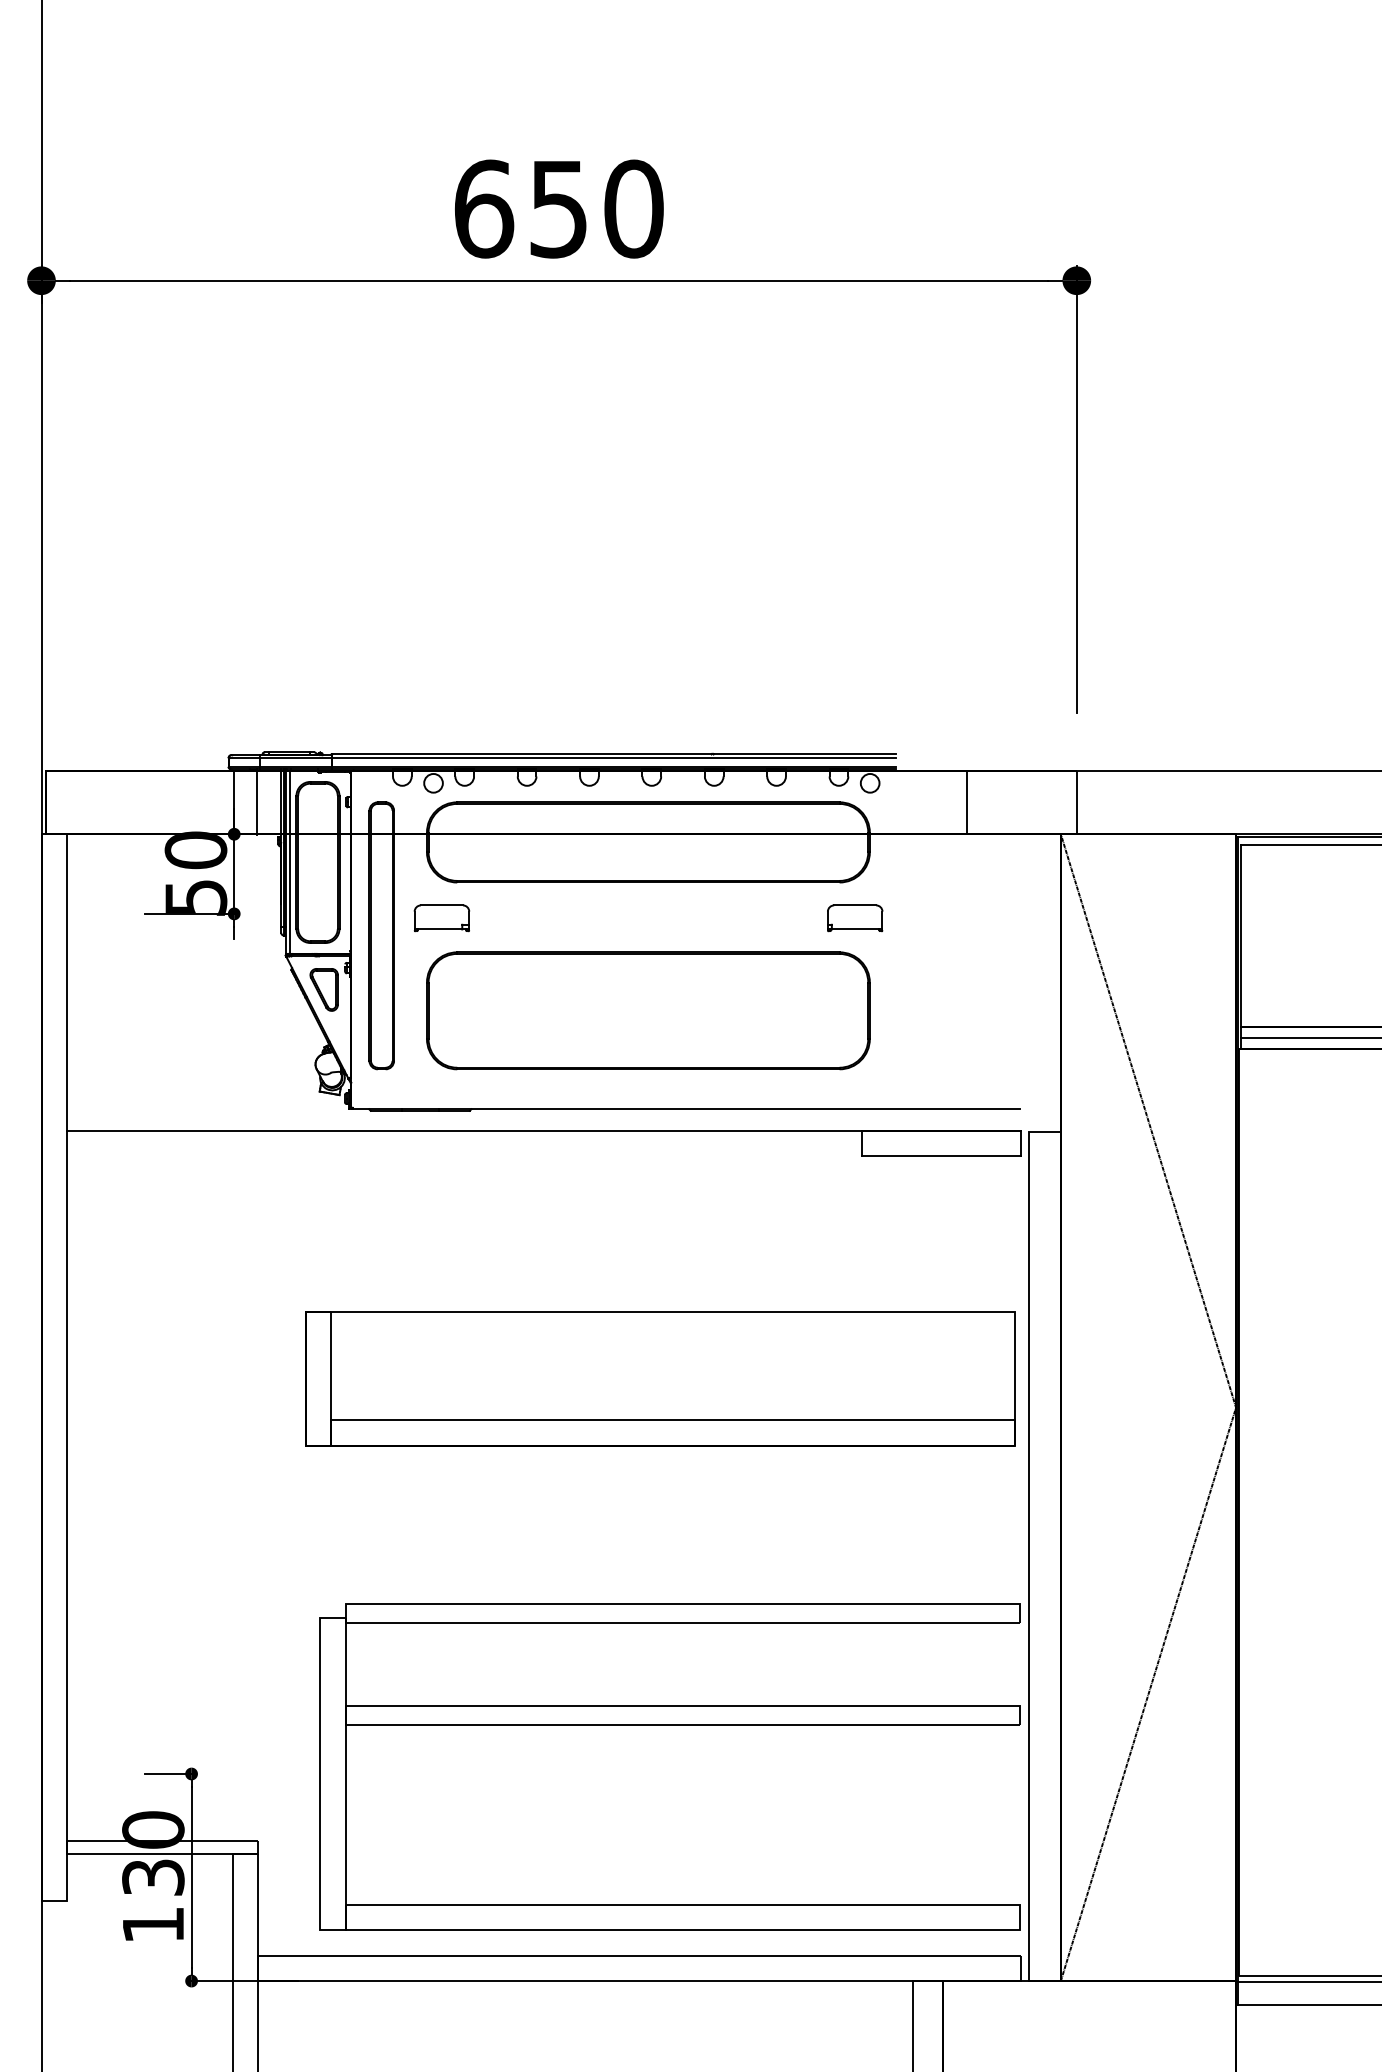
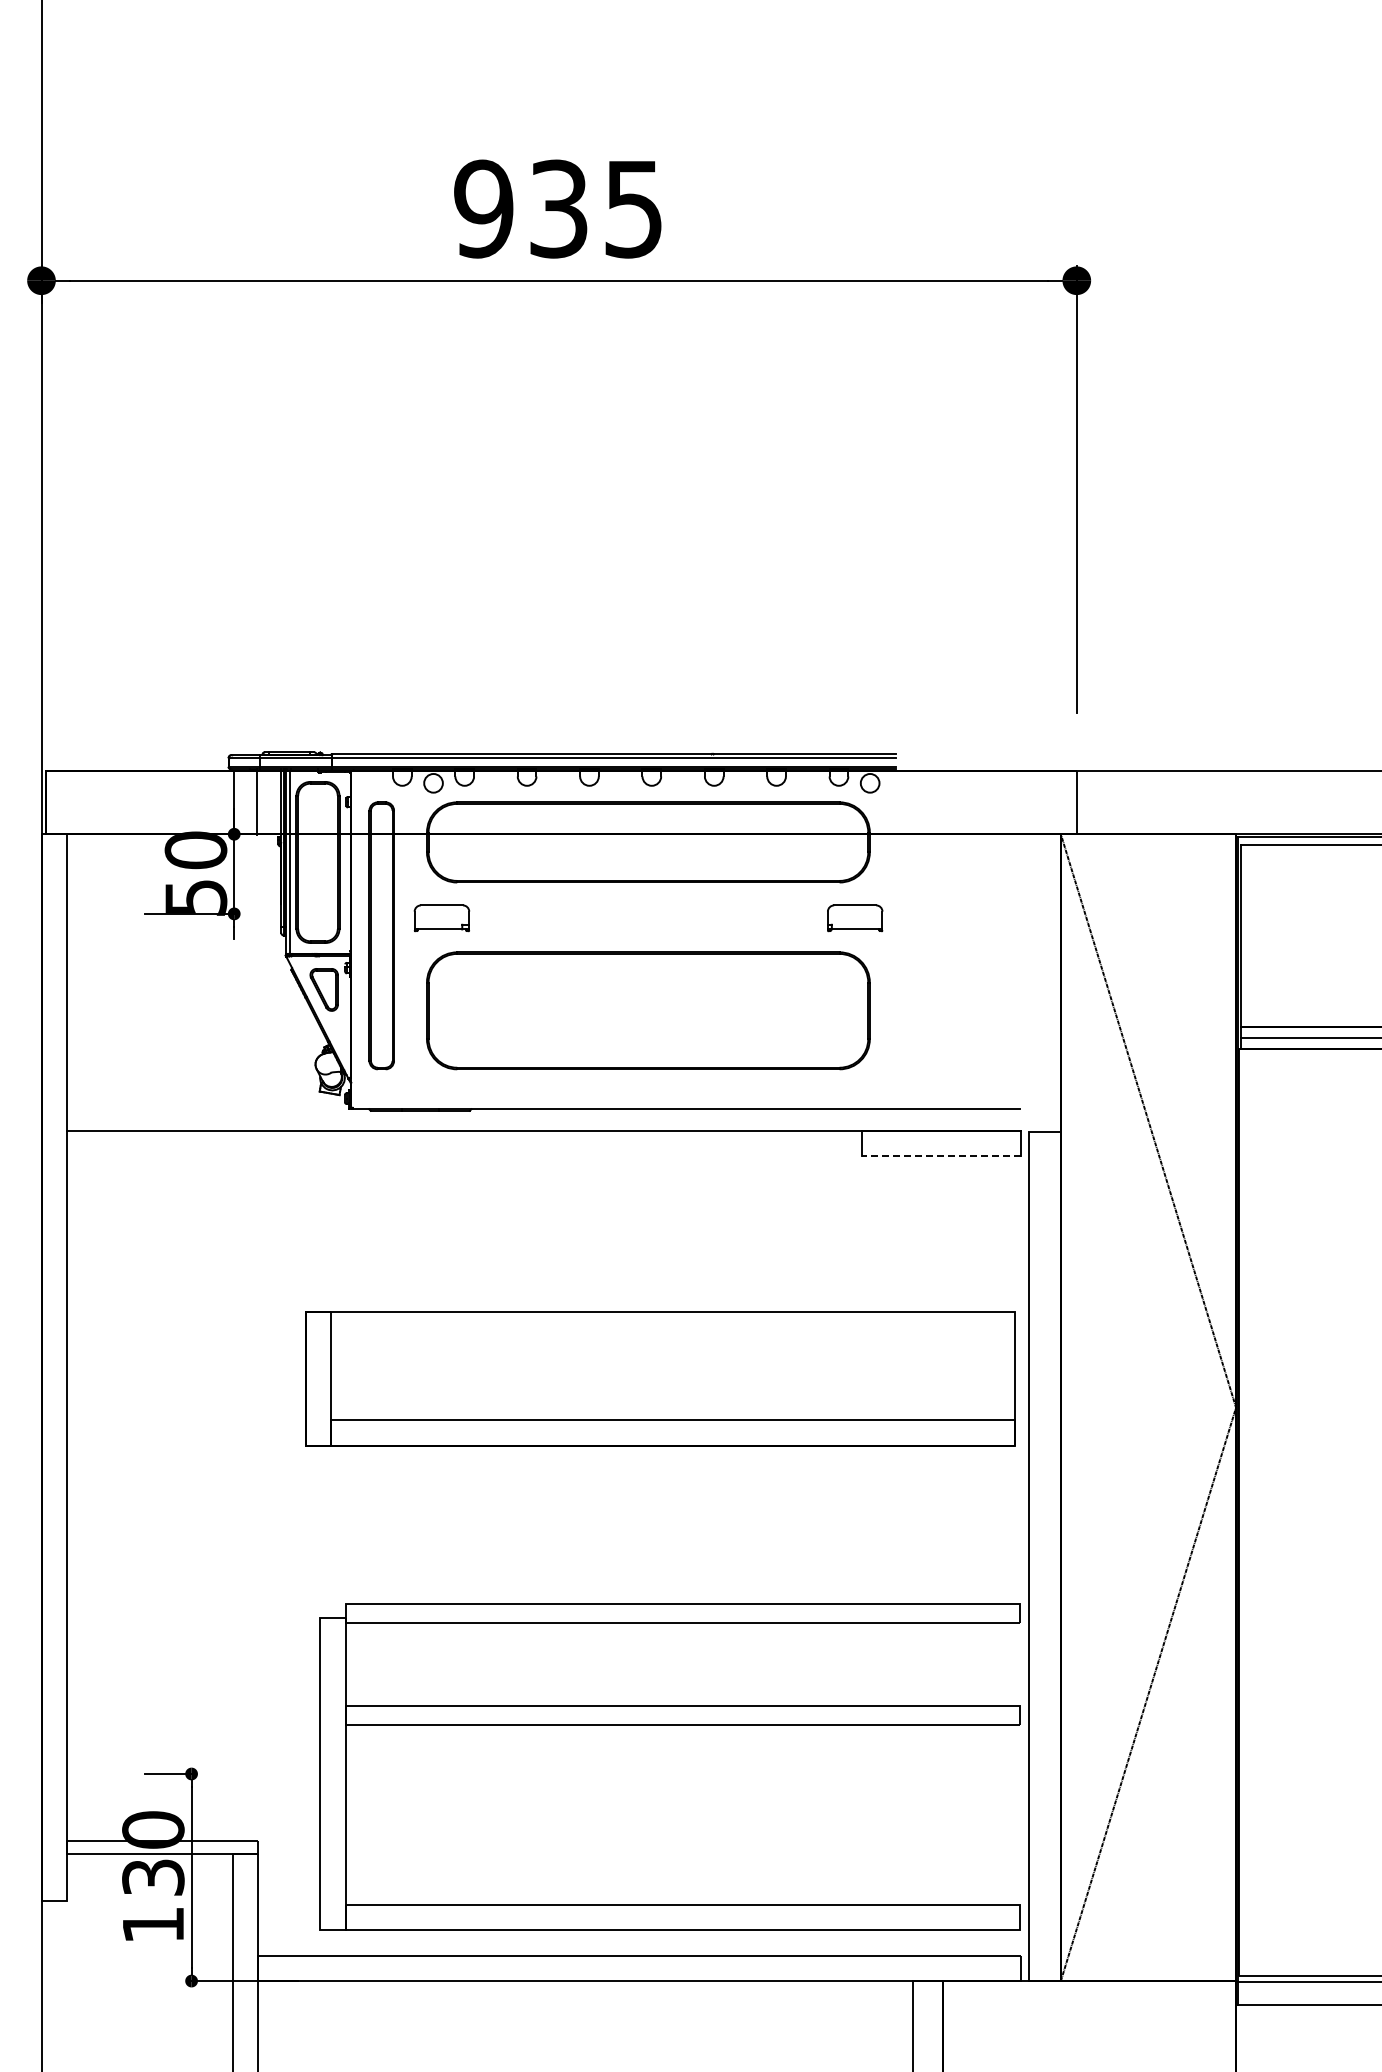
text at (558, 208): 650 -> 935
line at (966, 802): present -> none
line at (941, 1156): solid -> dashed
